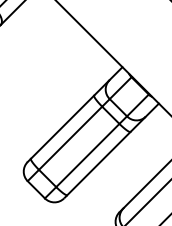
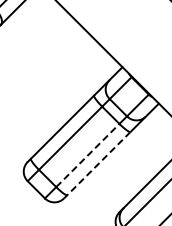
line at (87, 155): solid -> dashed
line at (98, 163): solid -> dashed
